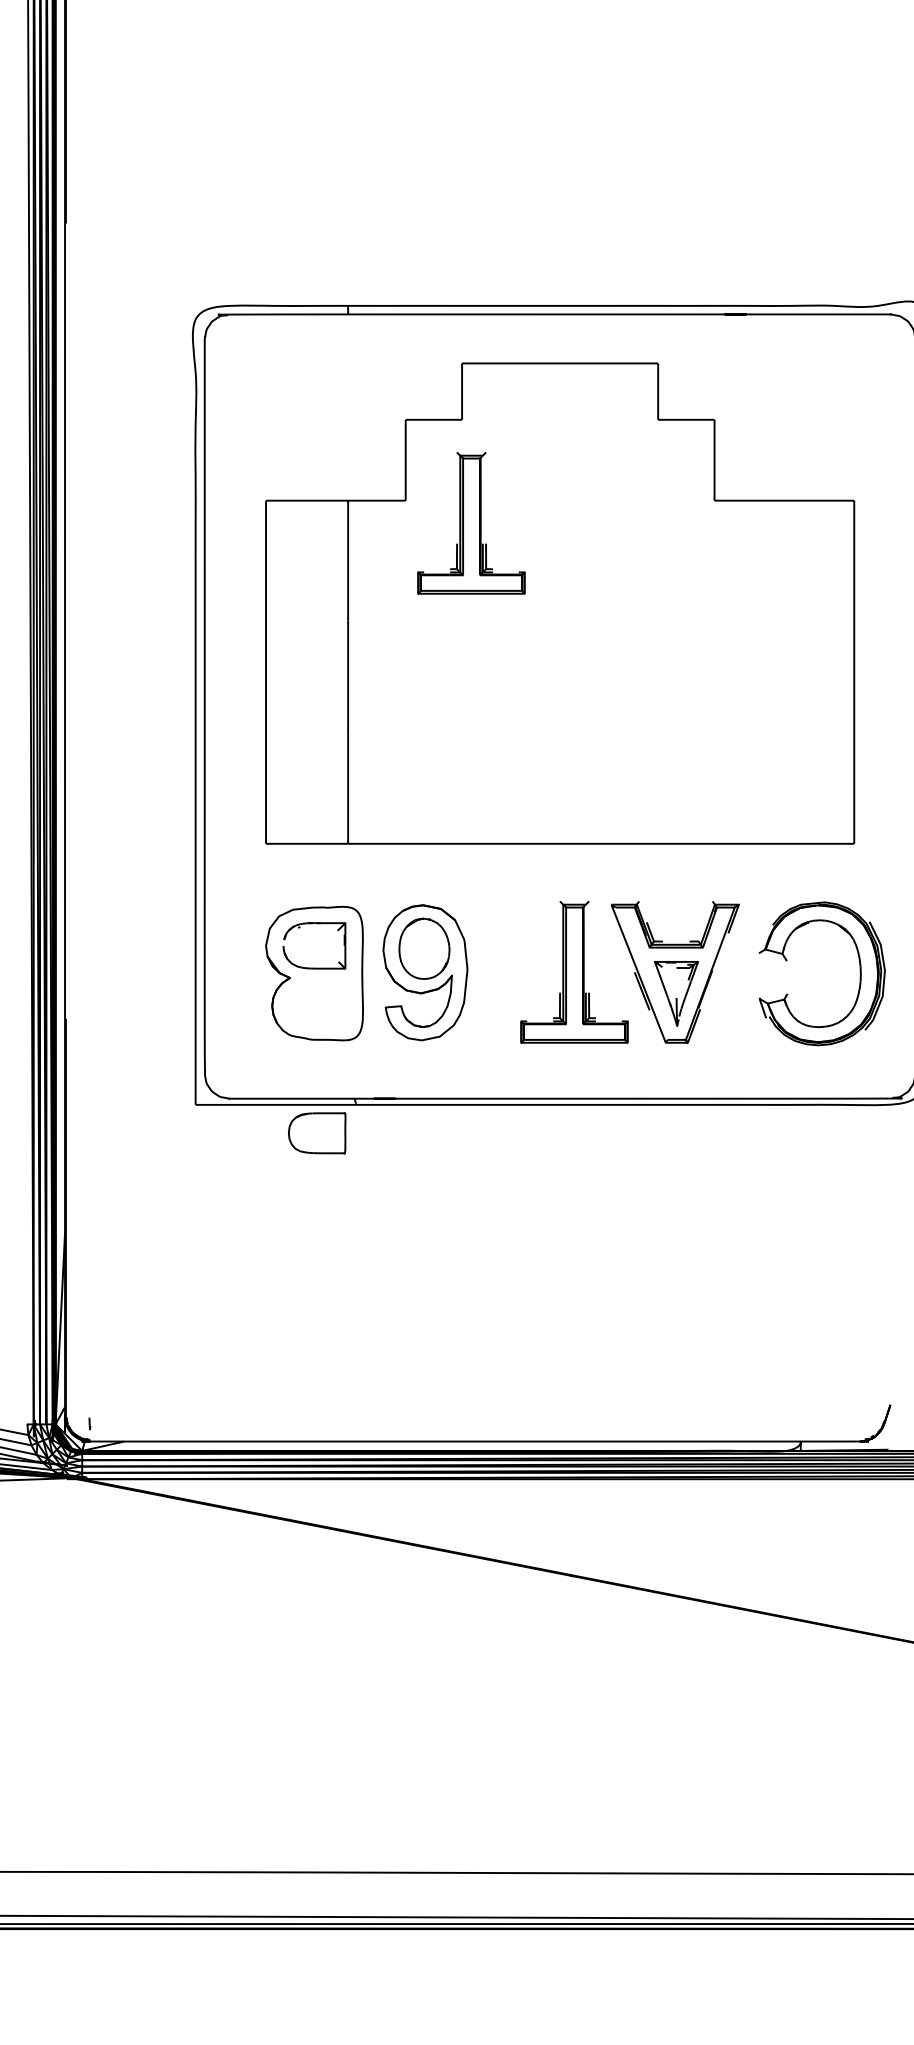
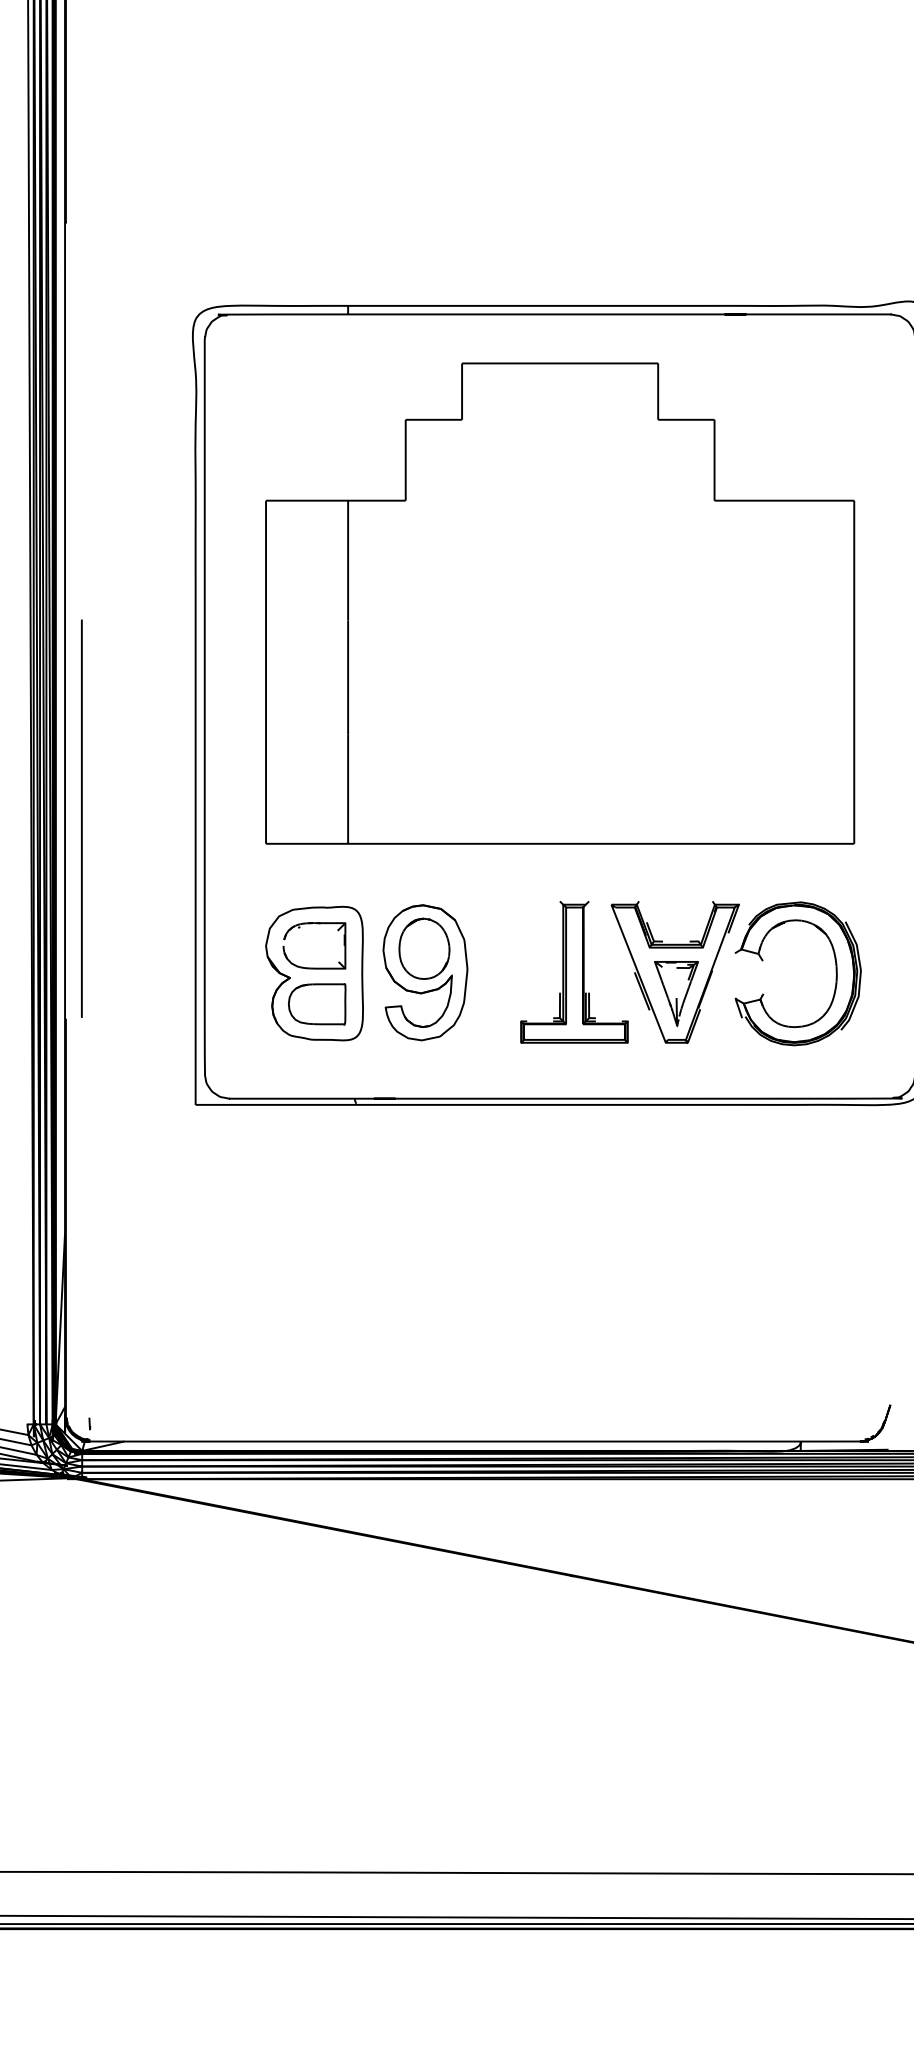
part at (471, 523): present -> none
line at (81, 818): none -> present
part at (787, 960) position: (787, 960) -> (763, 960)
part at (317, 1133) position: (317, 1133) -> (317, 1004)
